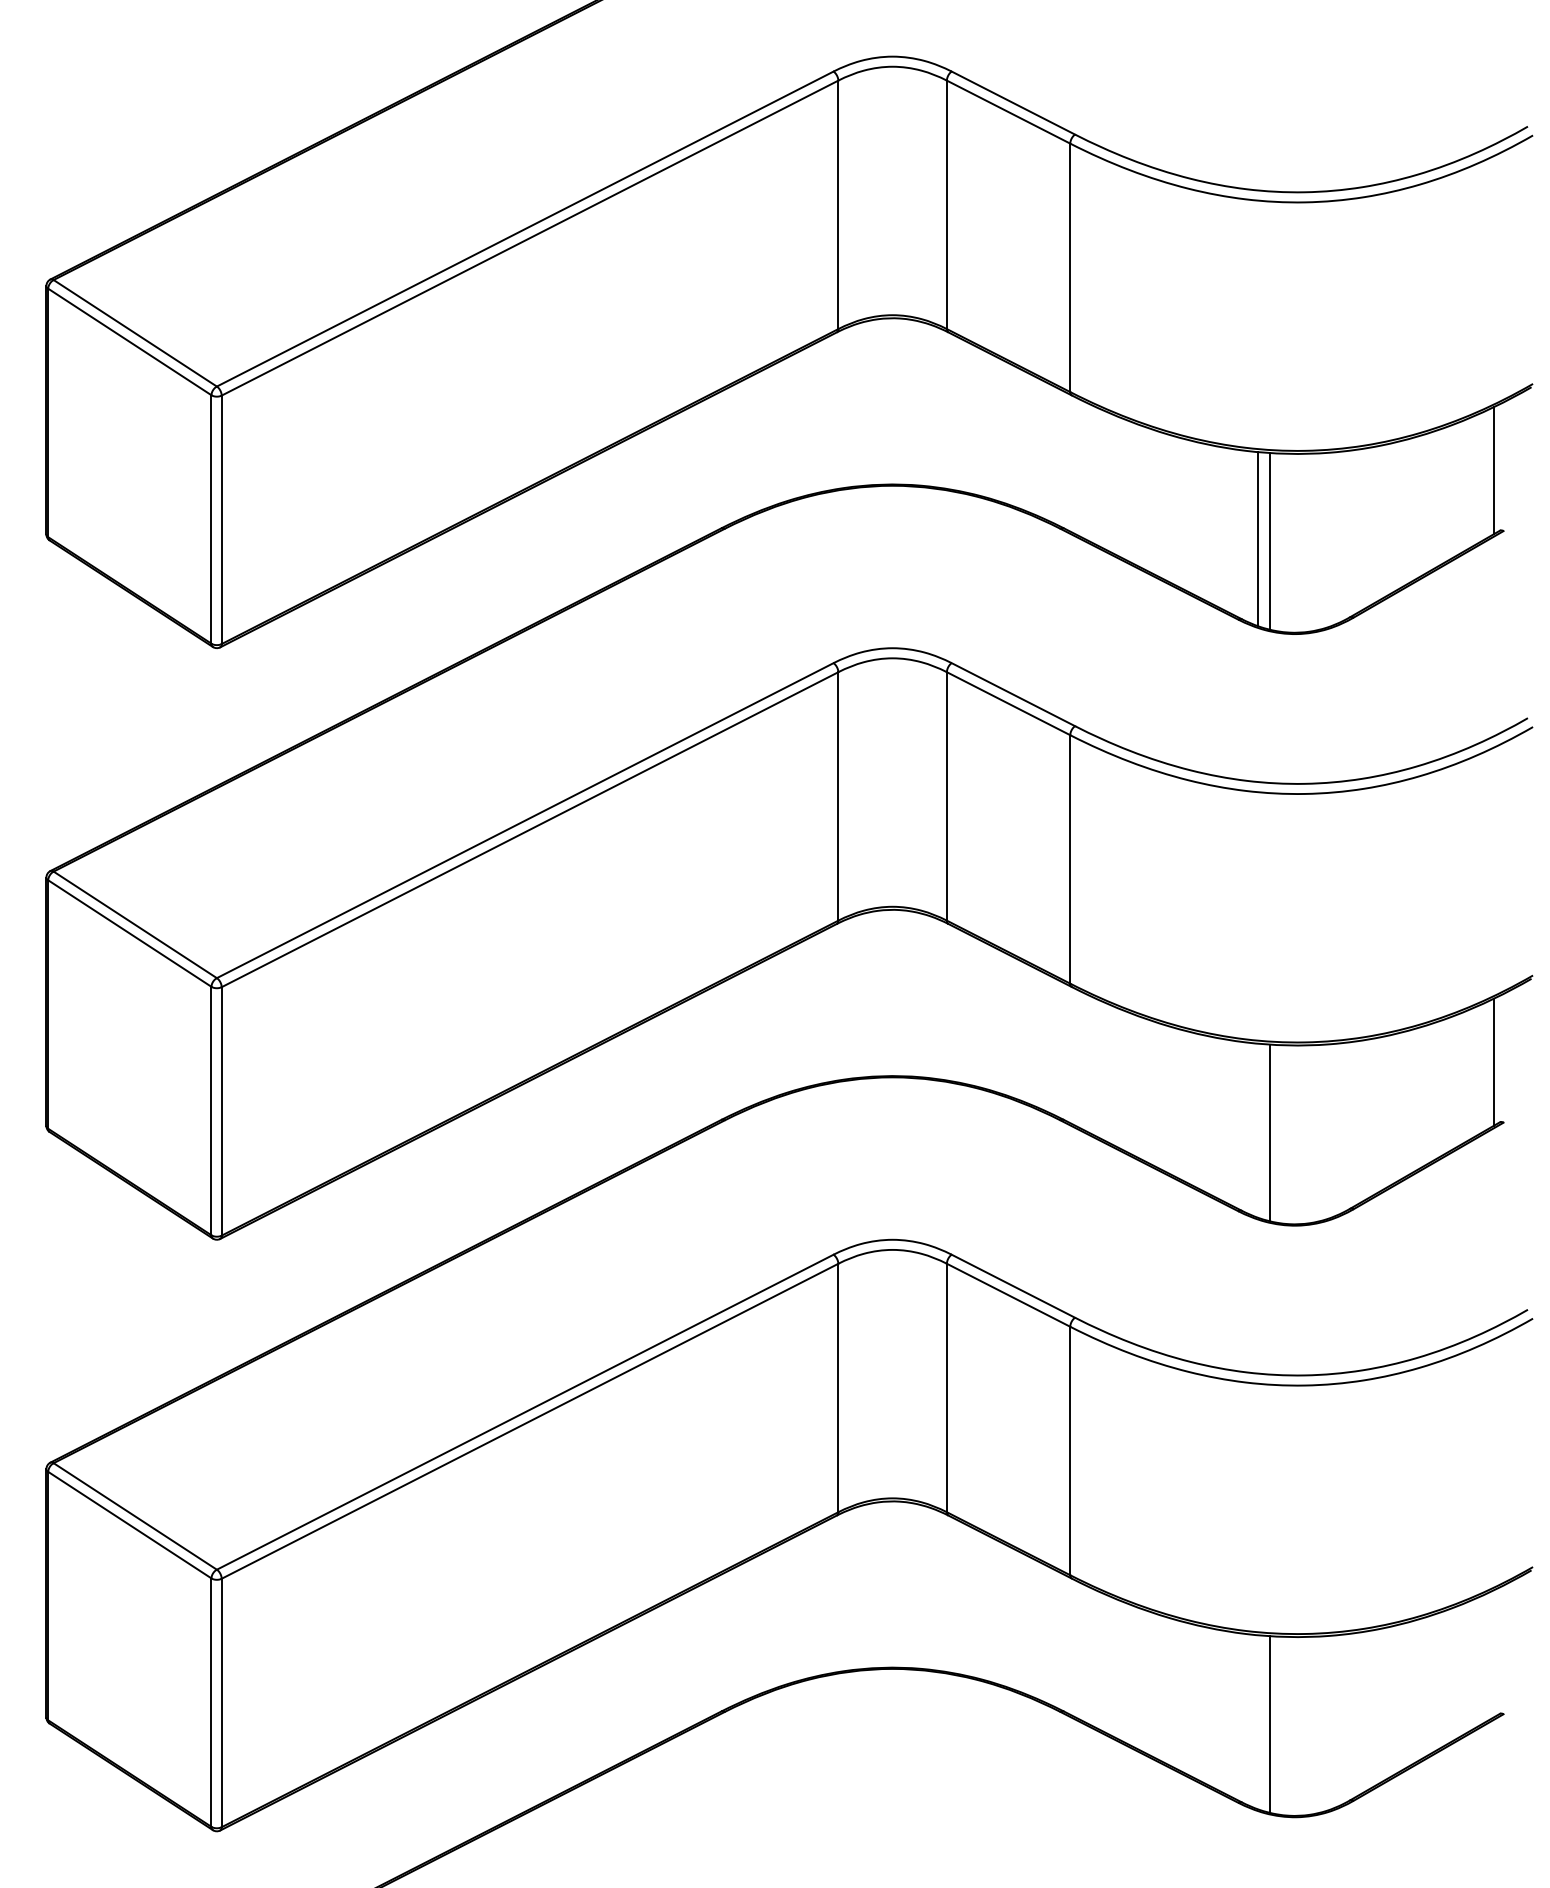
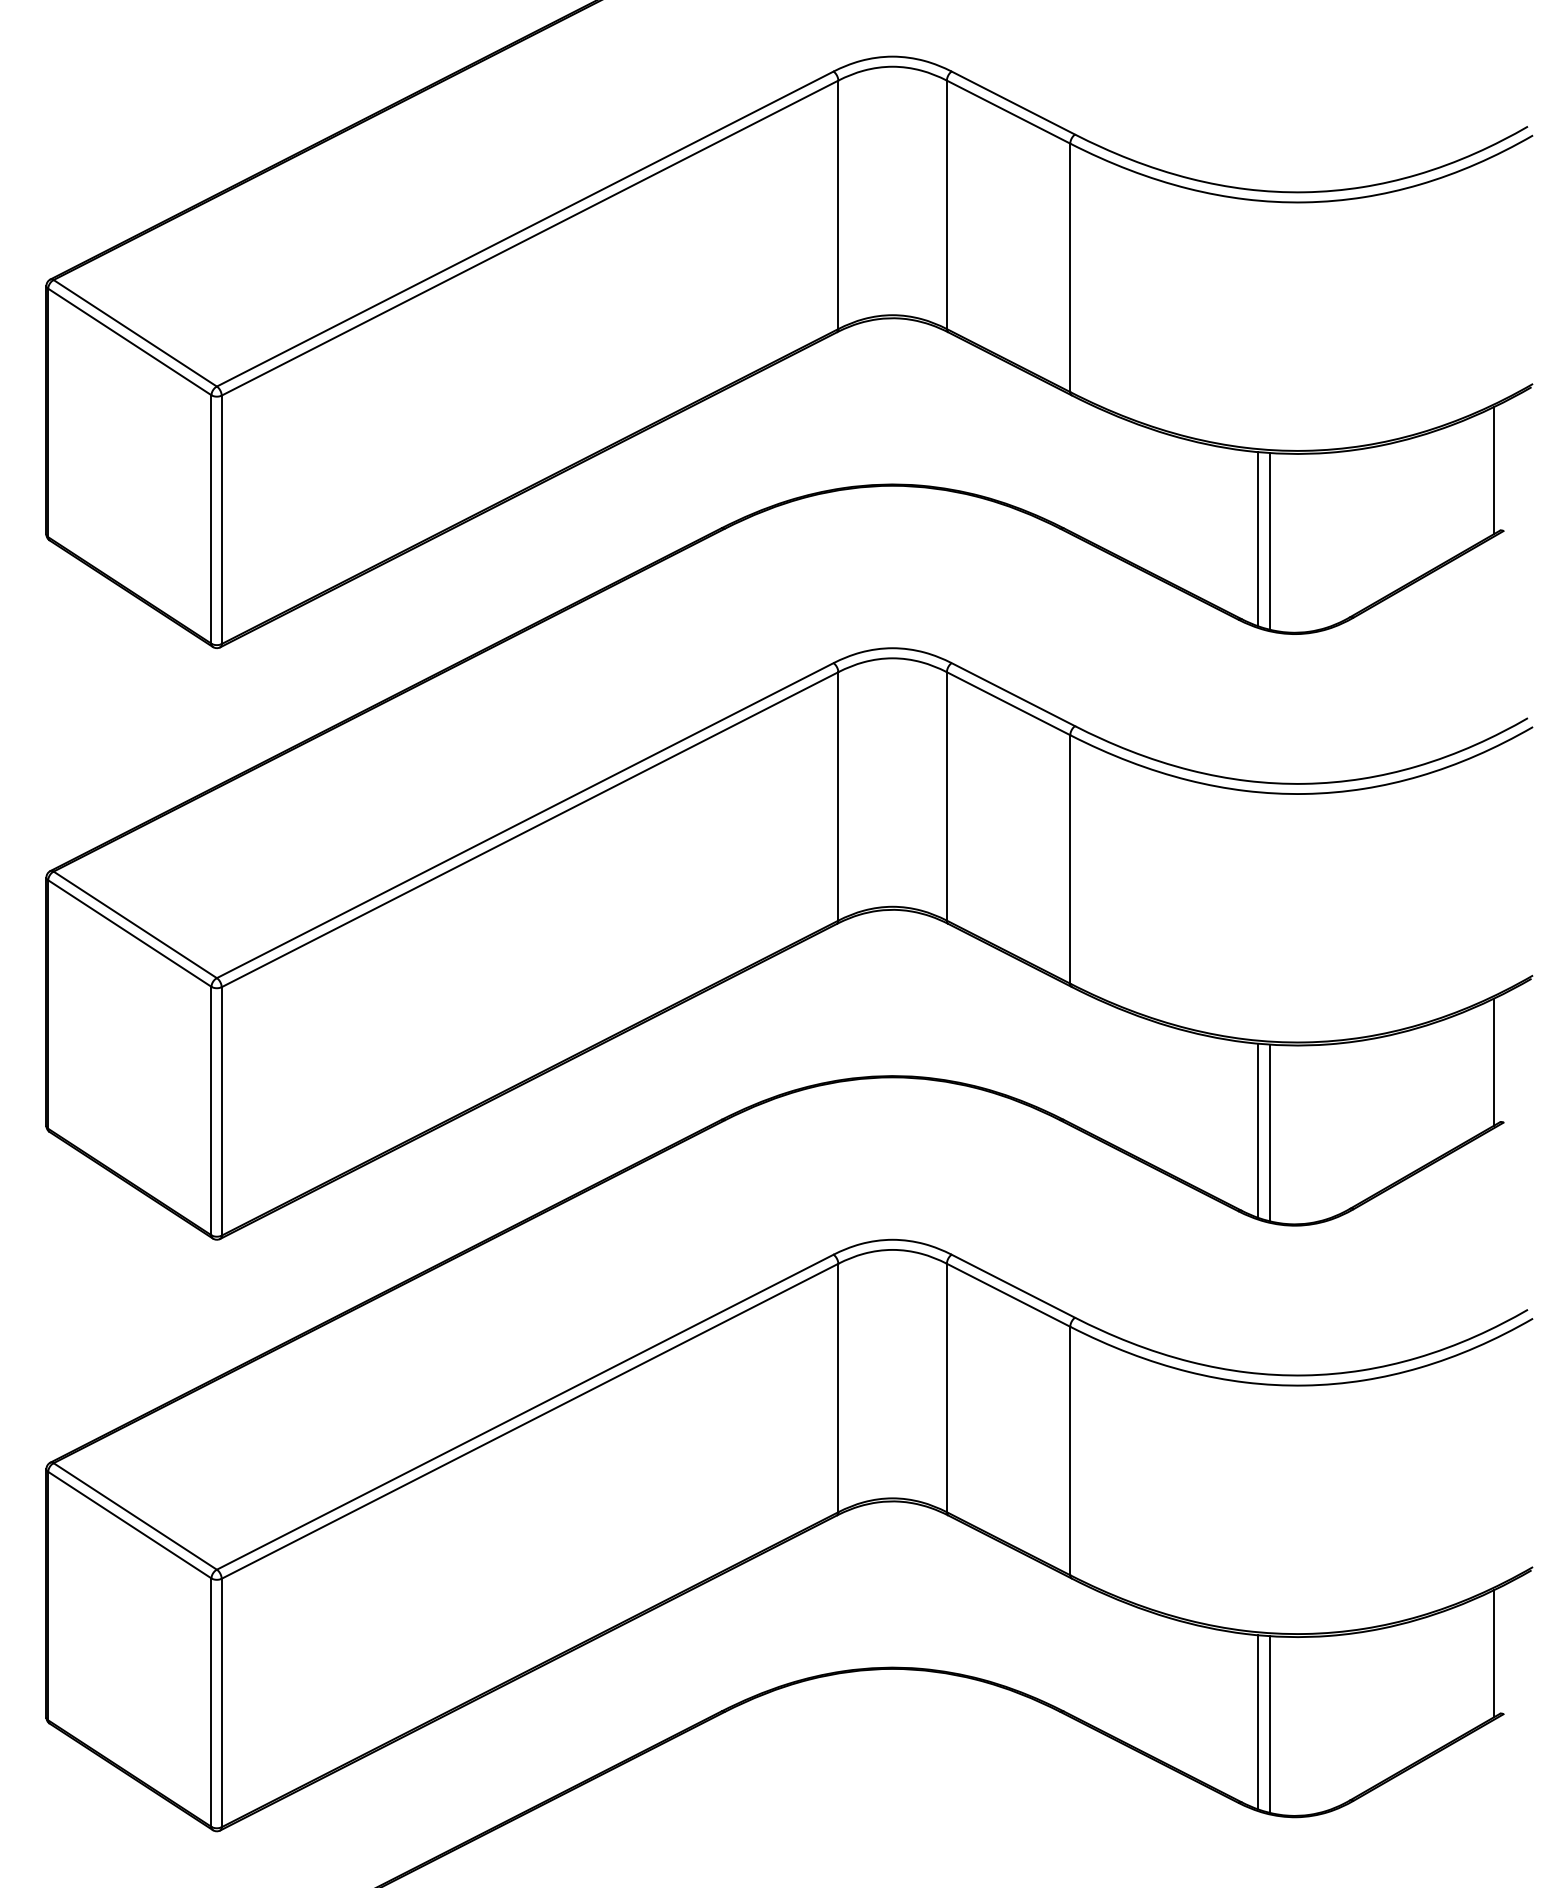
line at (1257, 1130): none -> present
line at (1494, 1653): none -> present
line at (1257, 1722): none -> present
